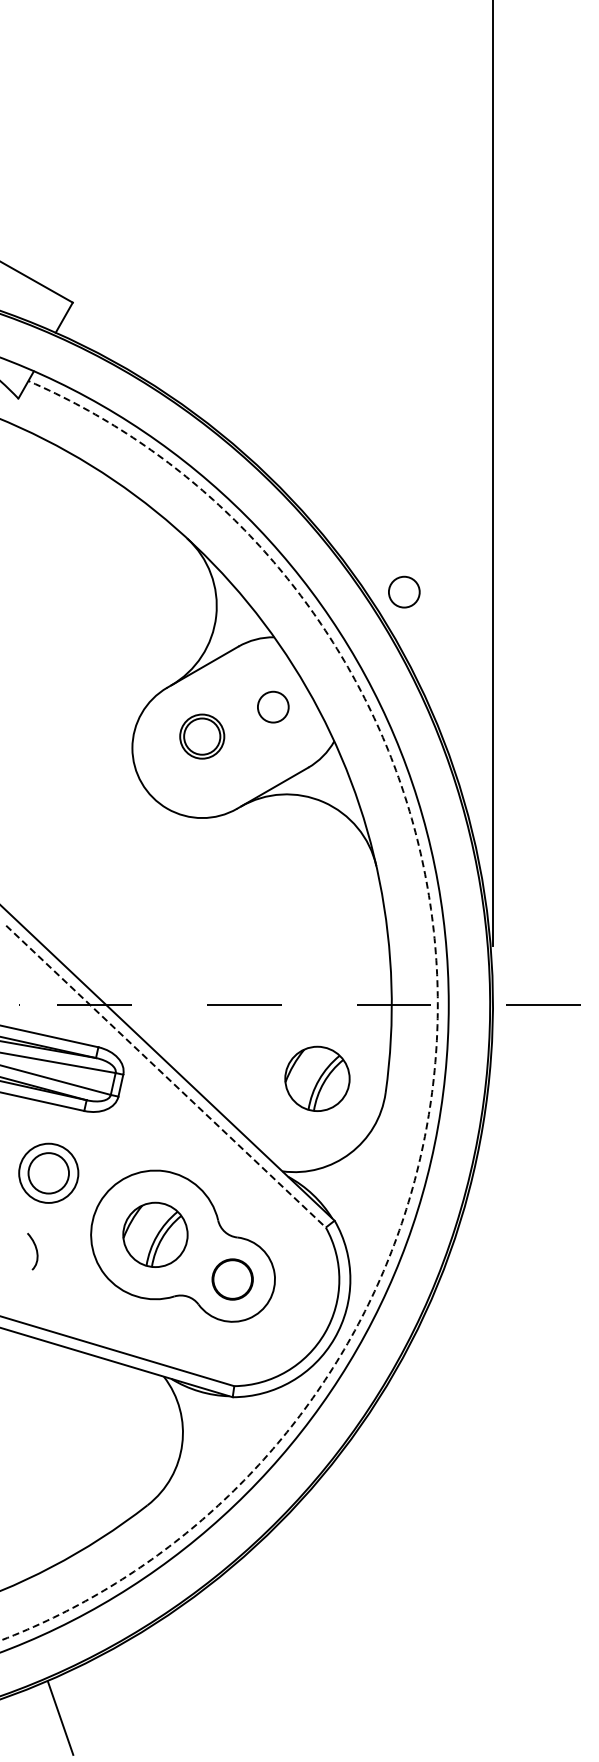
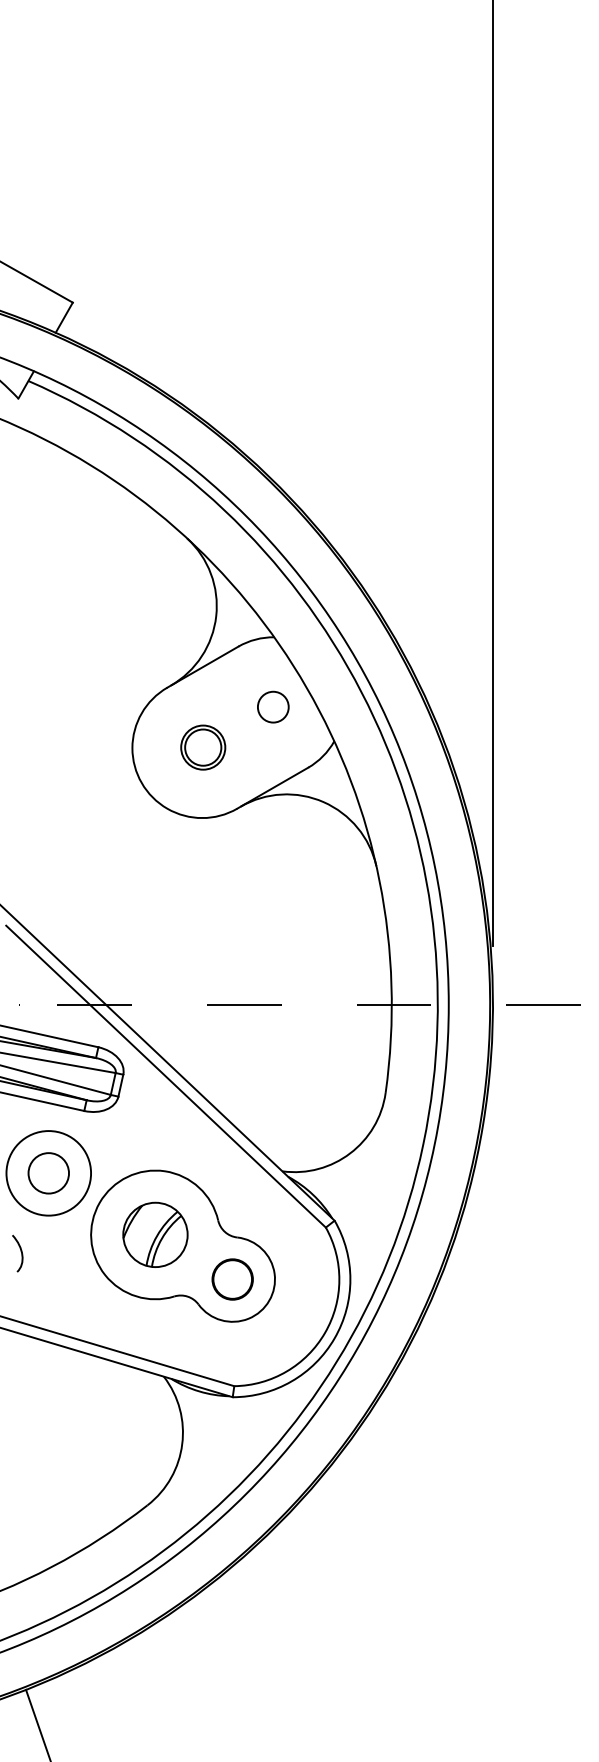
circle at (404, 591): present -> none
part at (202, 736) position: (202, 736) -> (203, 747)
arc at (437, 1020): dashed -> solid
line at (166, 1076): dashed -> solid
part at (317, 1078): present -> none
circle at (48, 1172) diameter: 59 px -> 85 px
curve at (35, 1249) position: (35, 1249) -> (20, 1251)
line at (60, 1717) position: (60, 1717) -> (37, 1723)
